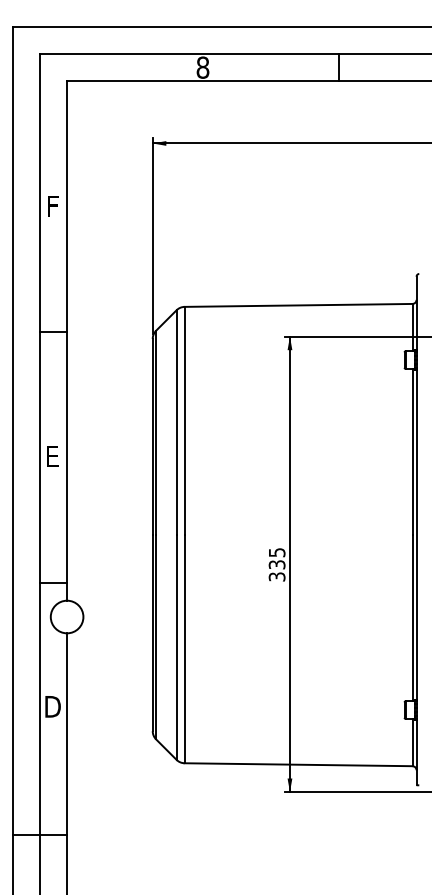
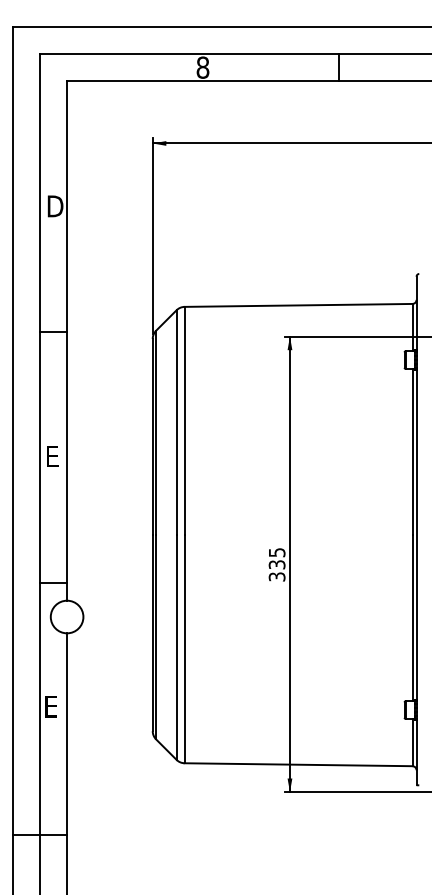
text at (55, 206): F -> D
text at (52, 706): D -> E
